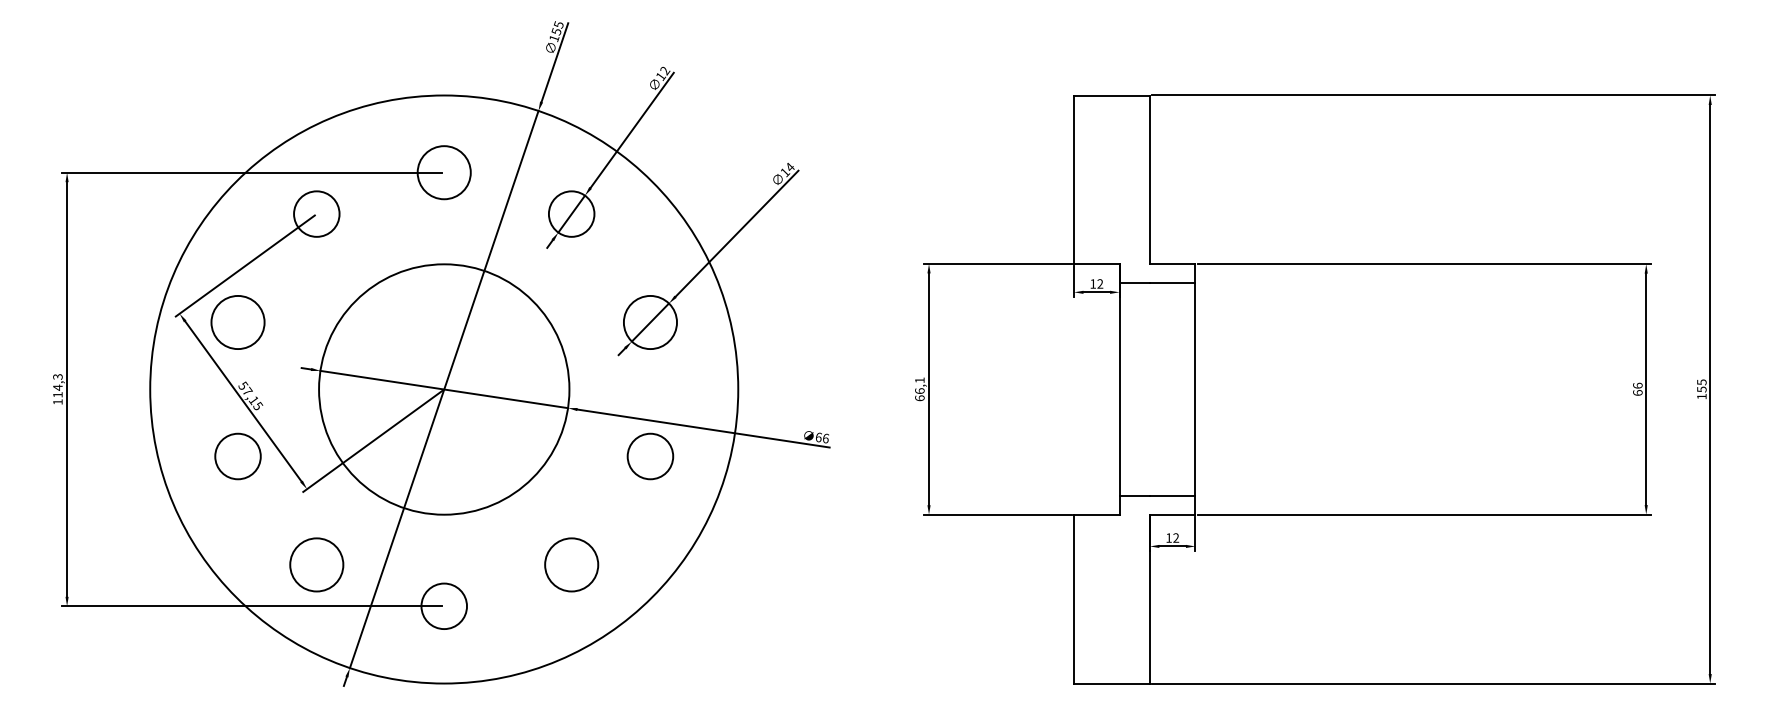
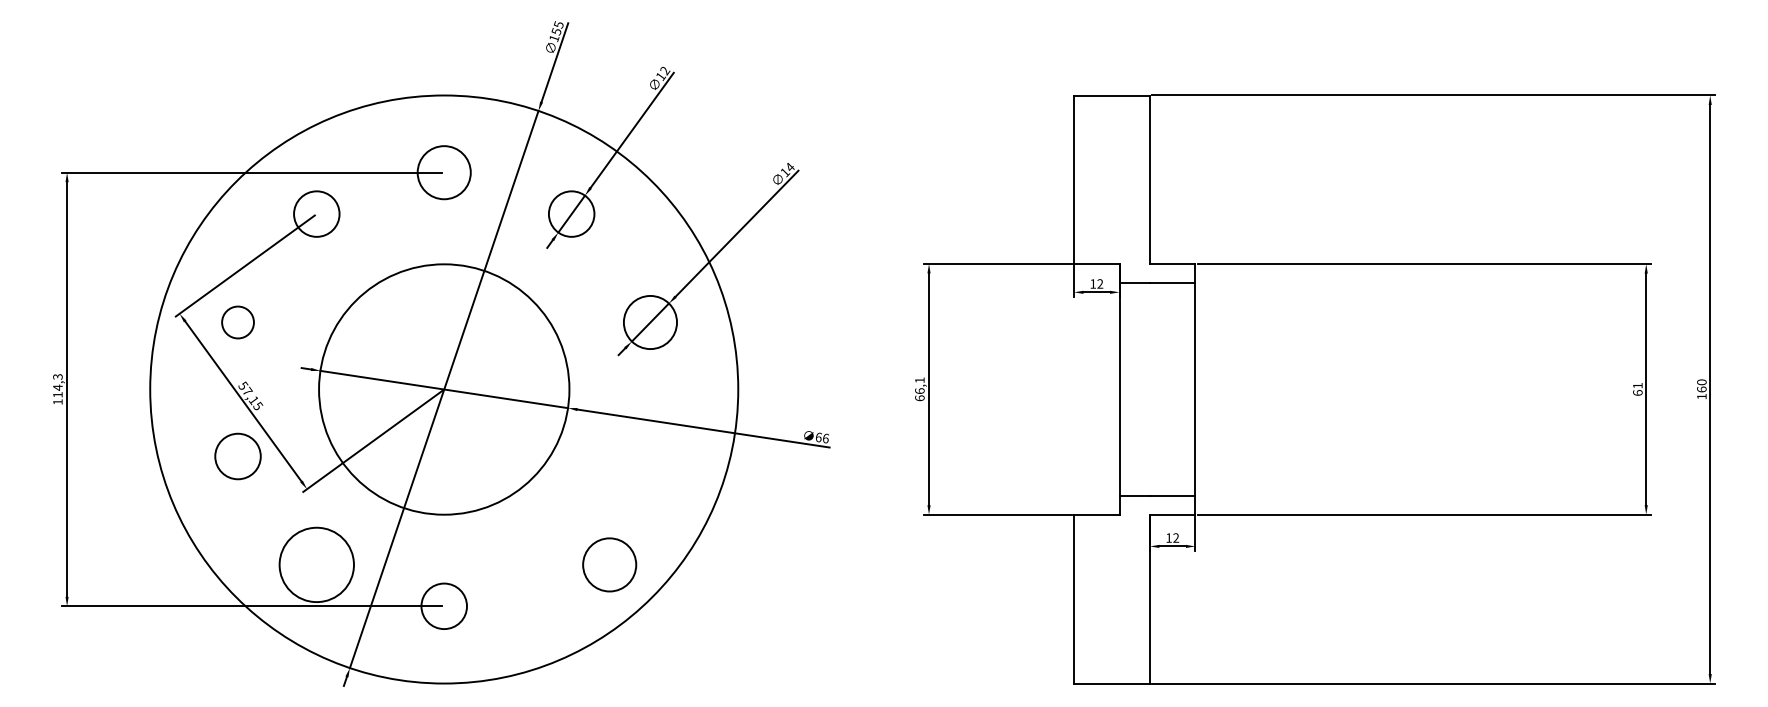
circle at (237, 322) diameter: 53 px -> 32 px
text at (1637, 385): 66 -> 61
text at (1701, 385): 155 -> 160
circle at (650, 456): present -> none
circle at (316, 564) diameter: 53 px -> 74 px
circle at (571, 564) position: (571, 564) -> (609, 564)
